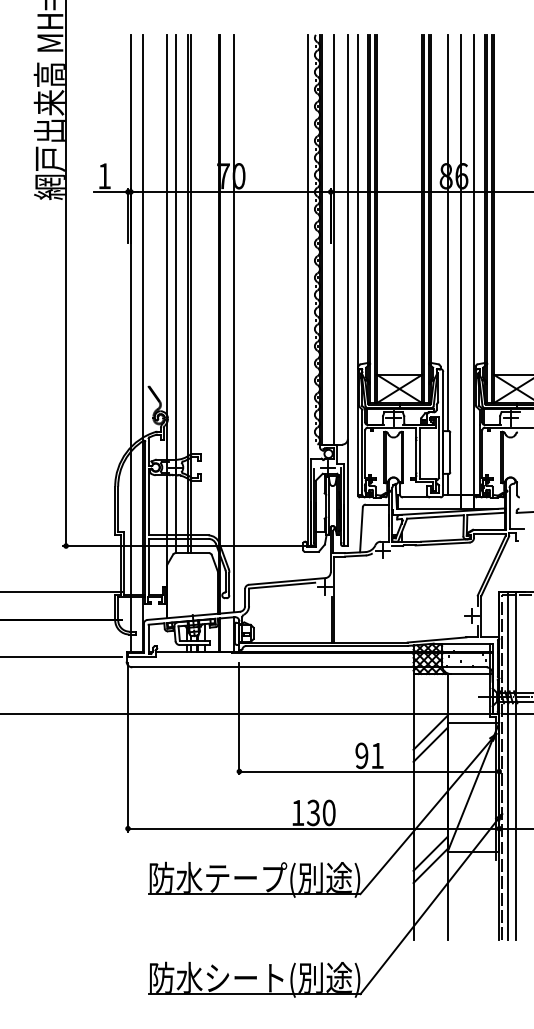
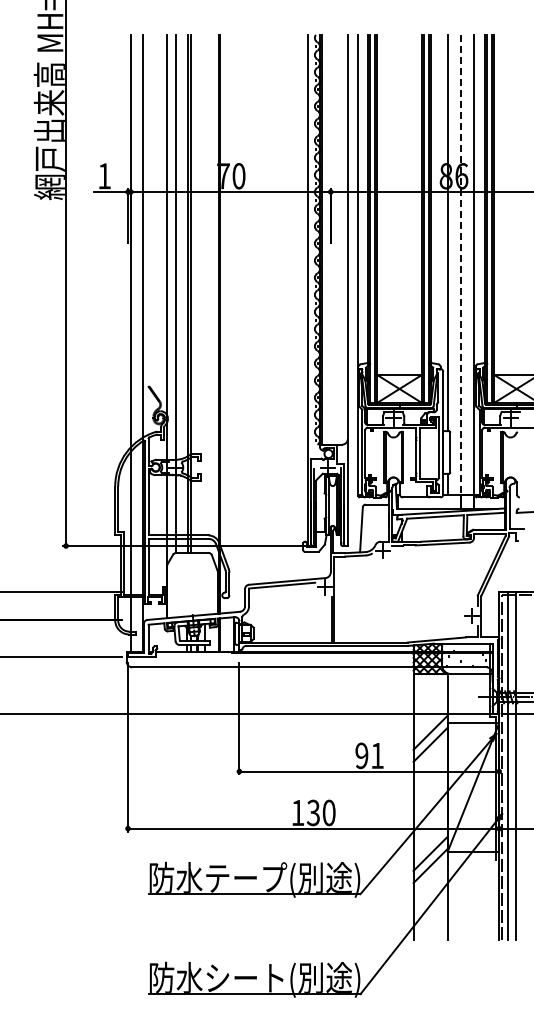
line at (334, 239): present -> none
line at (461, 264): solid -> dashed
line at (233, 323): present -> none
